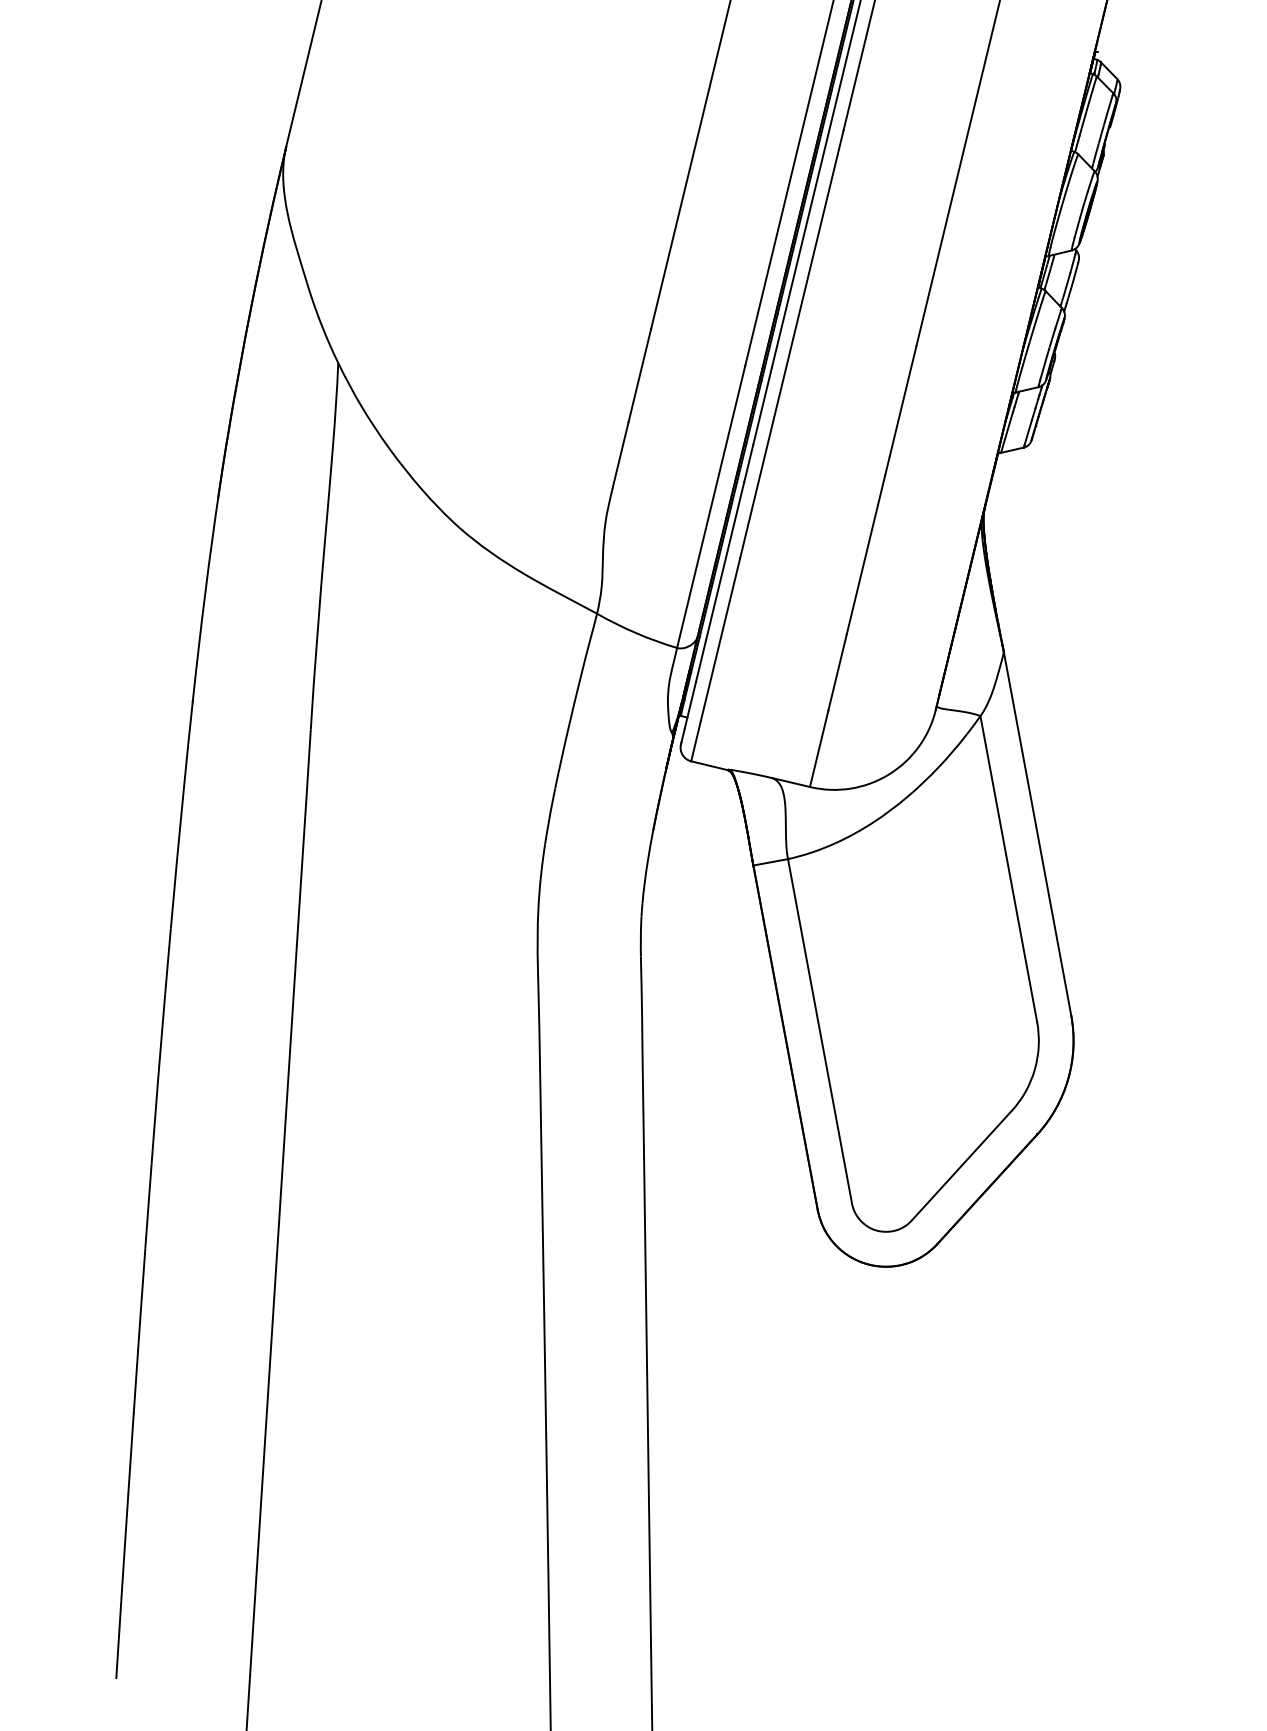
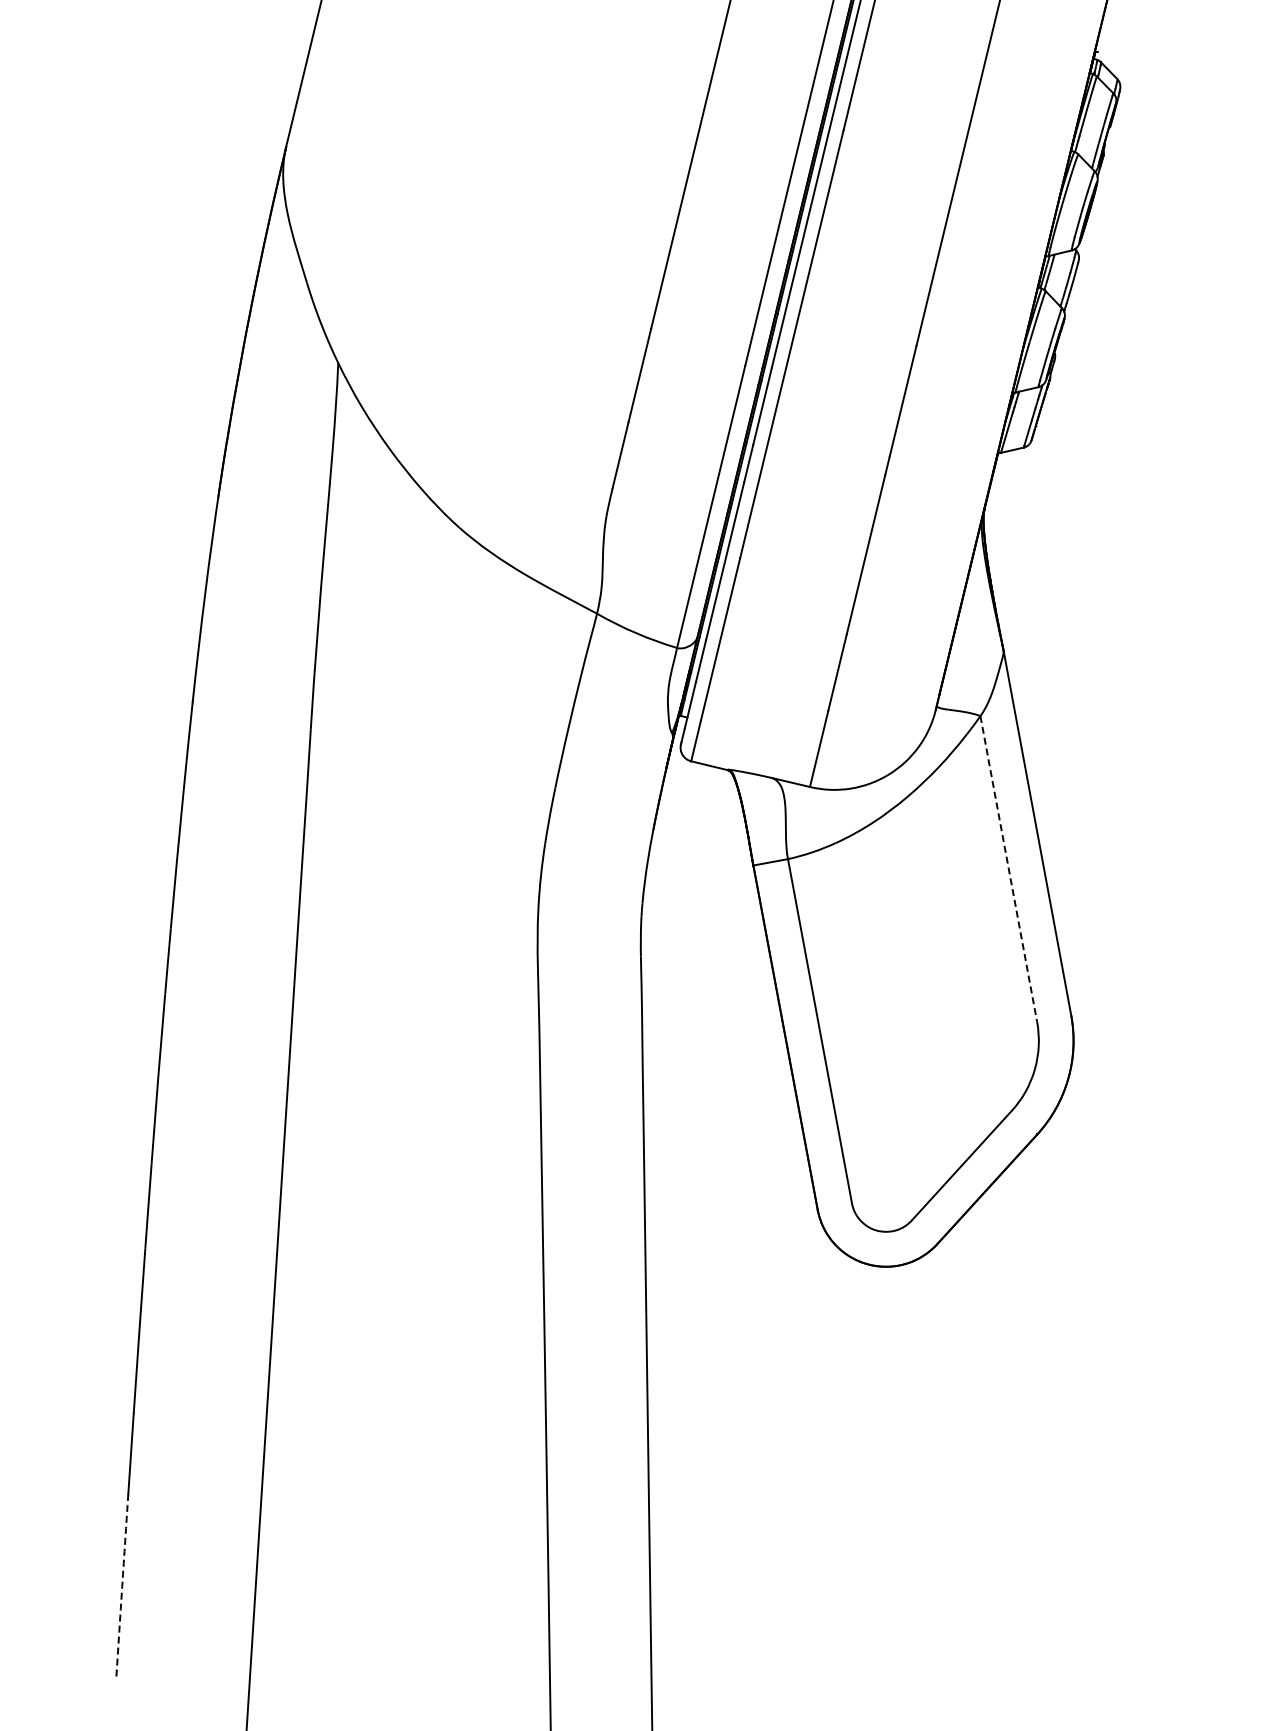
line at (1008, 869): solid -> dashed
arc at (122, 1586): solid -> dashed
